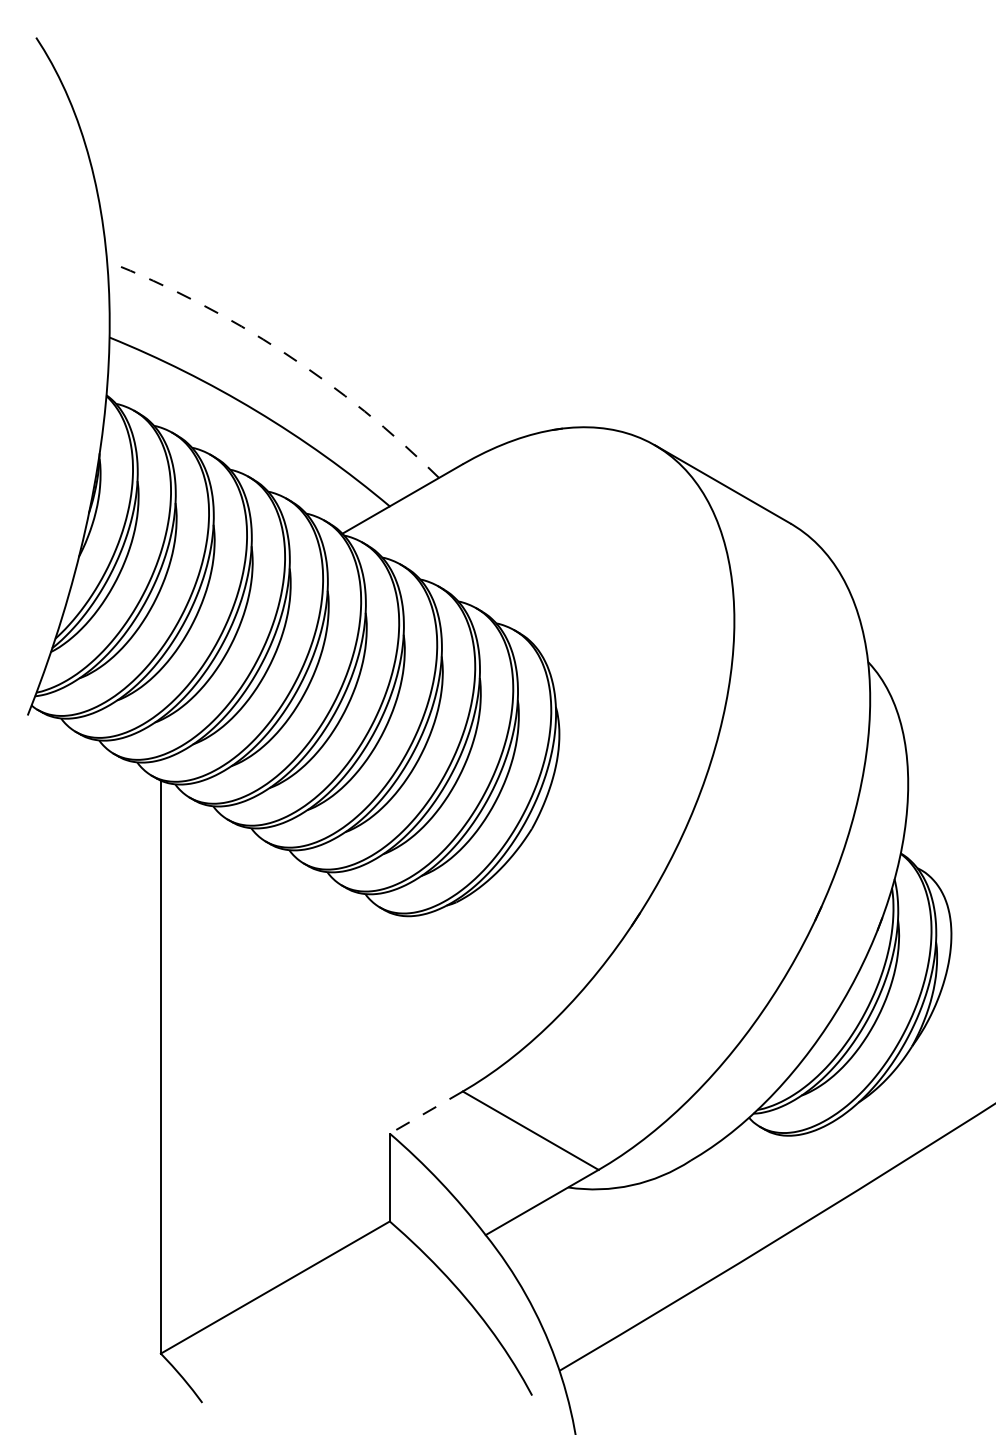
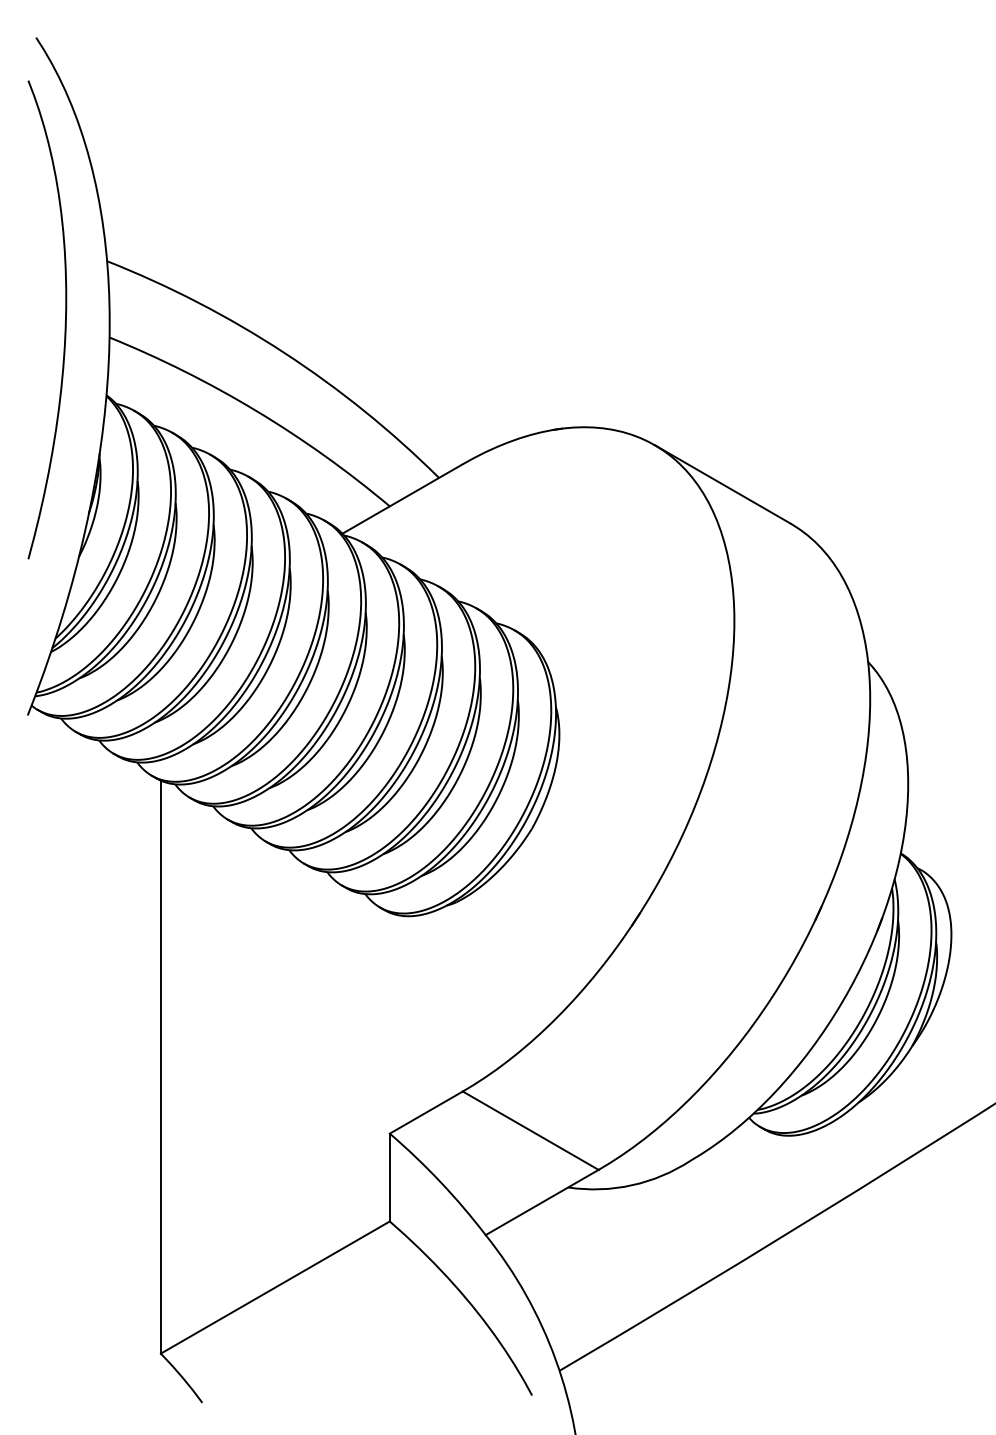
curve at (64, 324): none -> present
arc at (284, 352): dashed -> solid
line at (425, 1112): dashed -> solid
